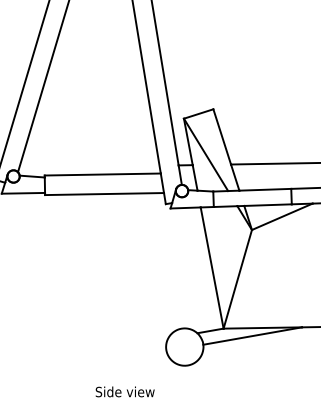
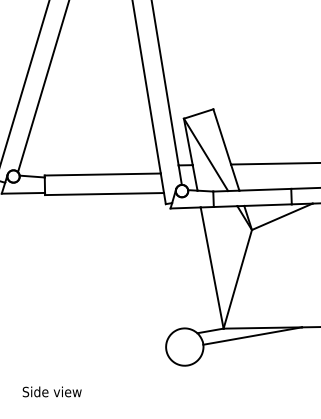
text at (124, 391) position: (124, 391) -> (51, 391)
